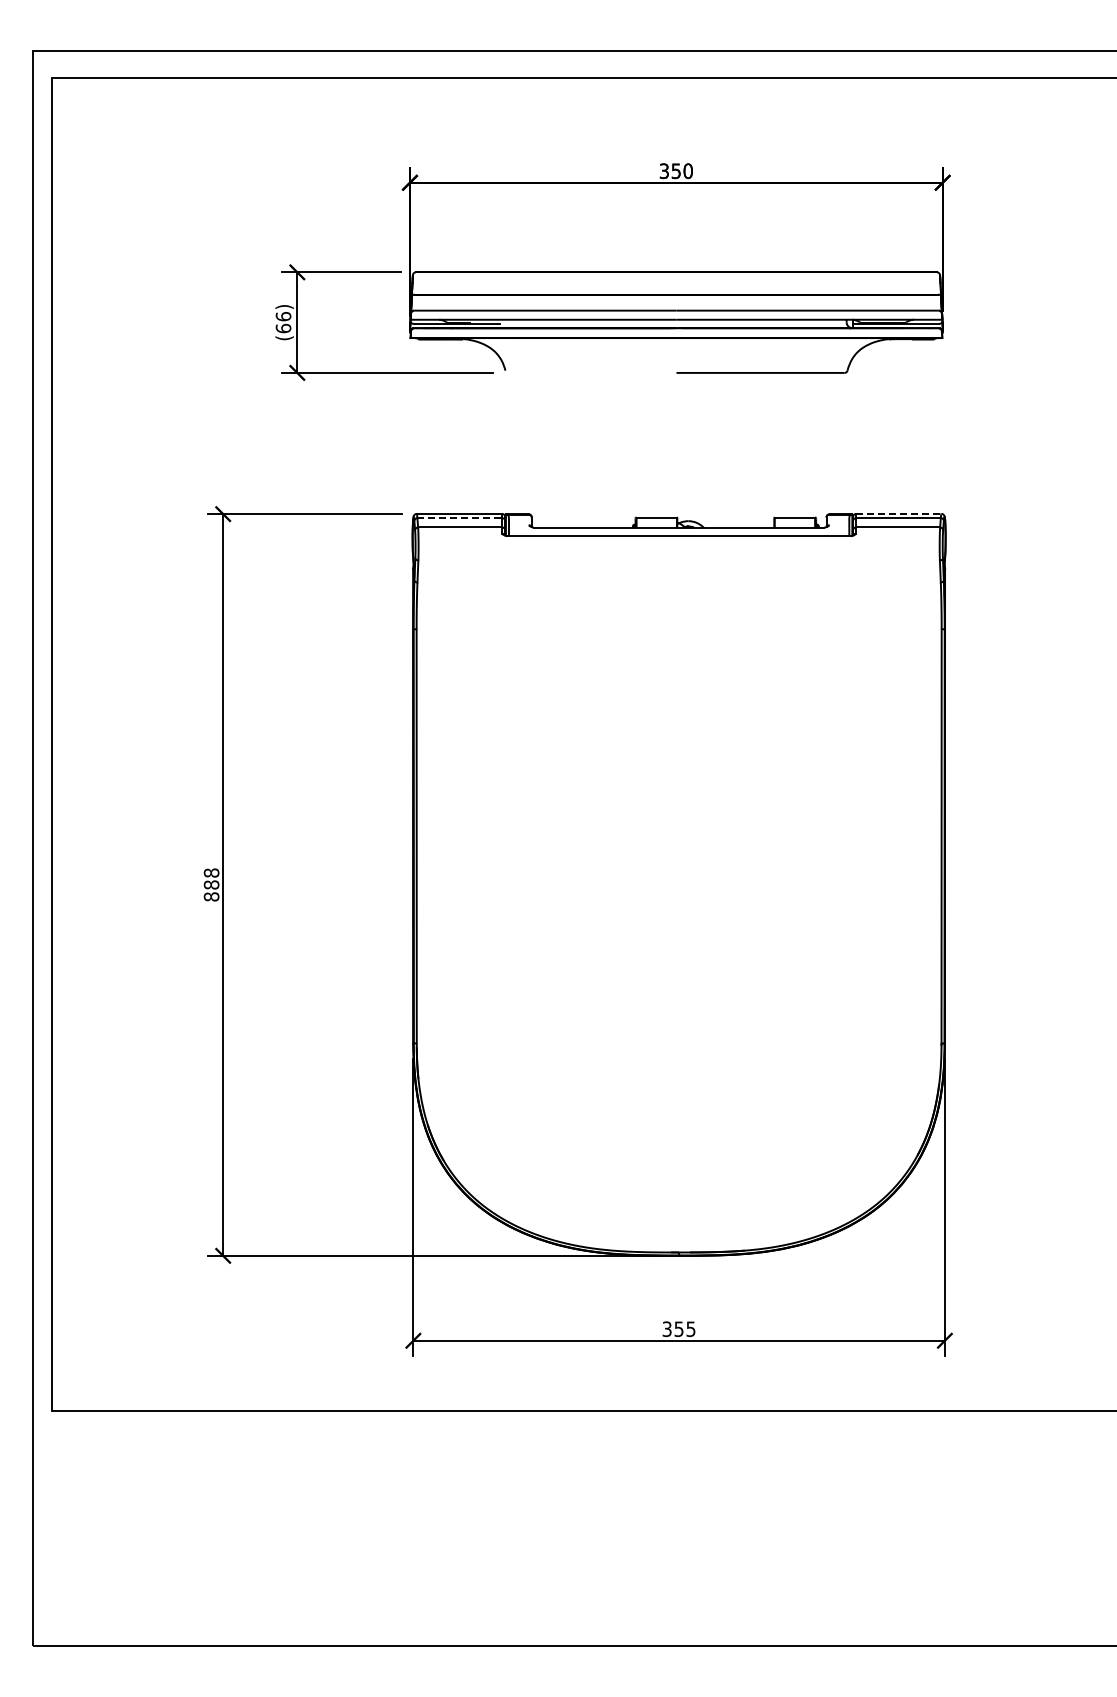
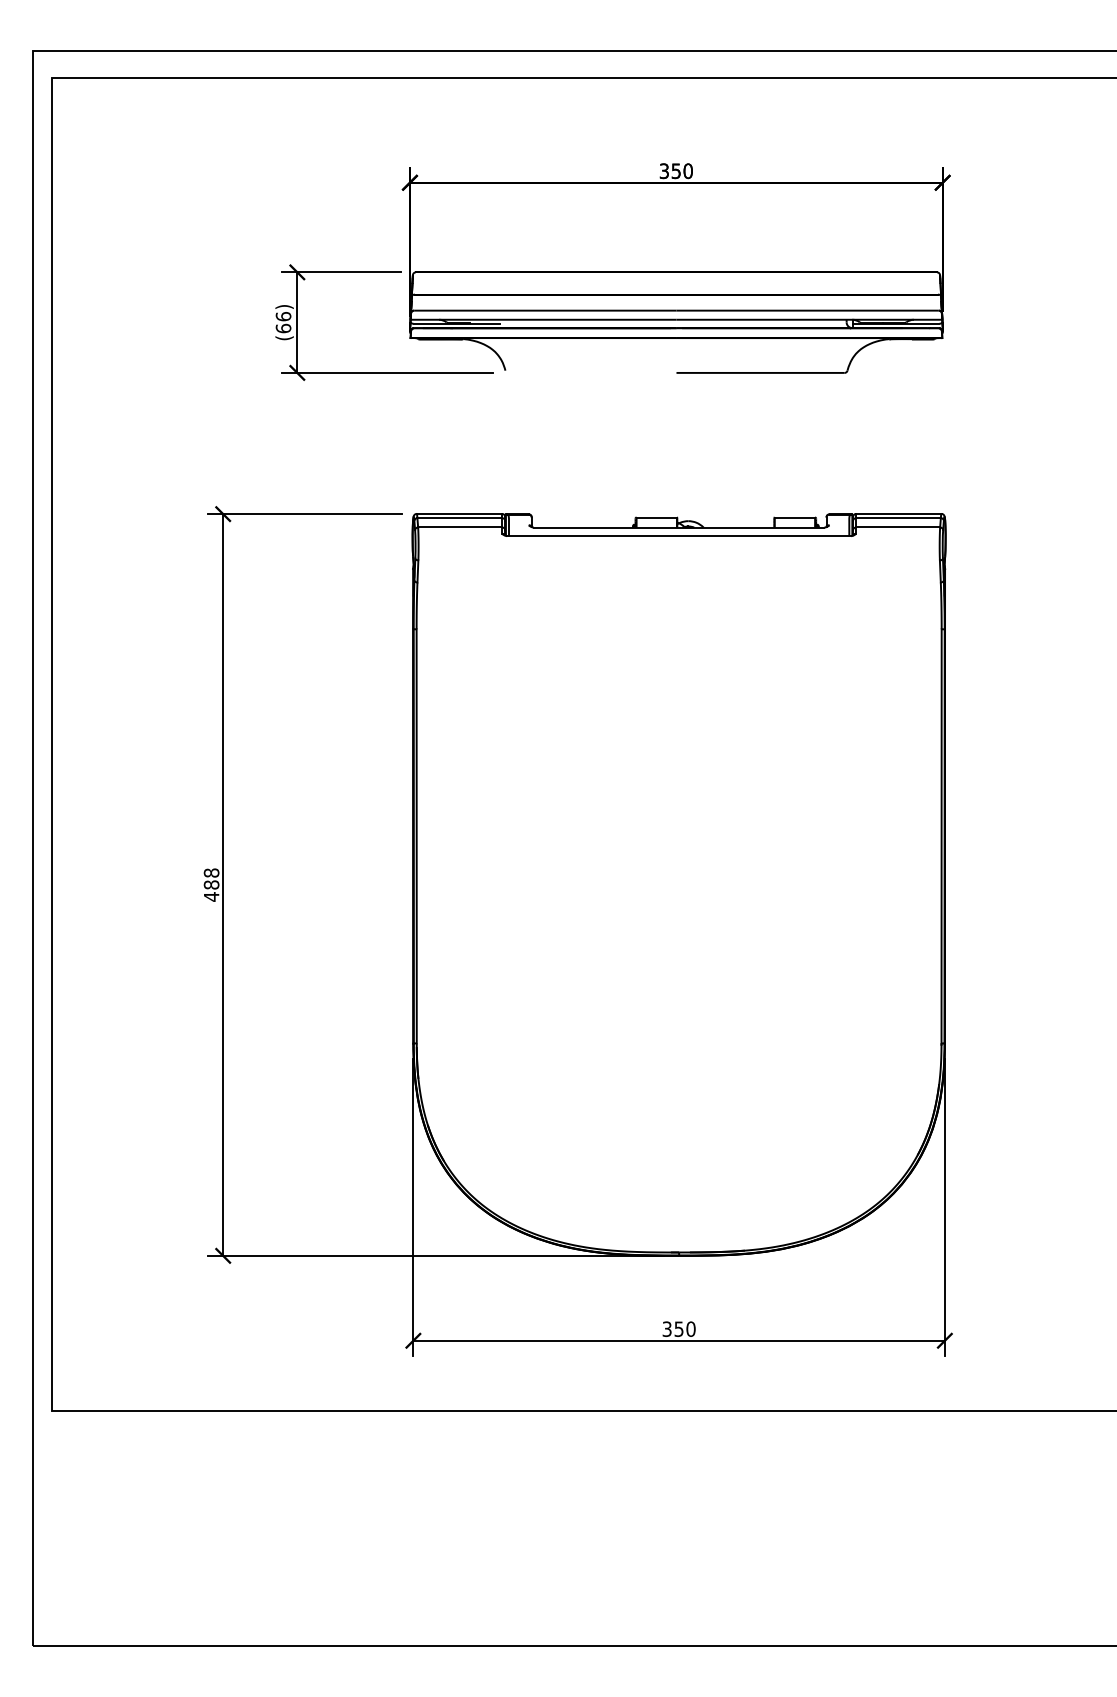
line at (898, 513): dashed -> solid
line at (460, 518): dashed -> solid
text at (211, 896): 888 -> 488
text at (690, 1328): 355 -> 350
